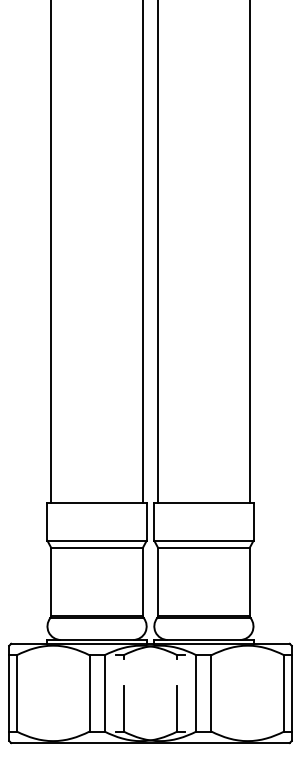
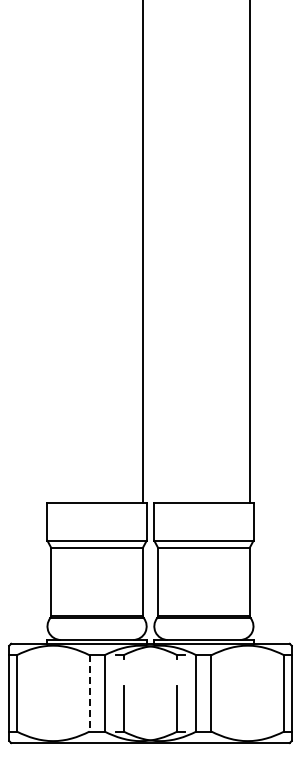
line at (51, 252): present -> none
line at (158, 252): present -> none
line at (89, 693): solid -> dashed
